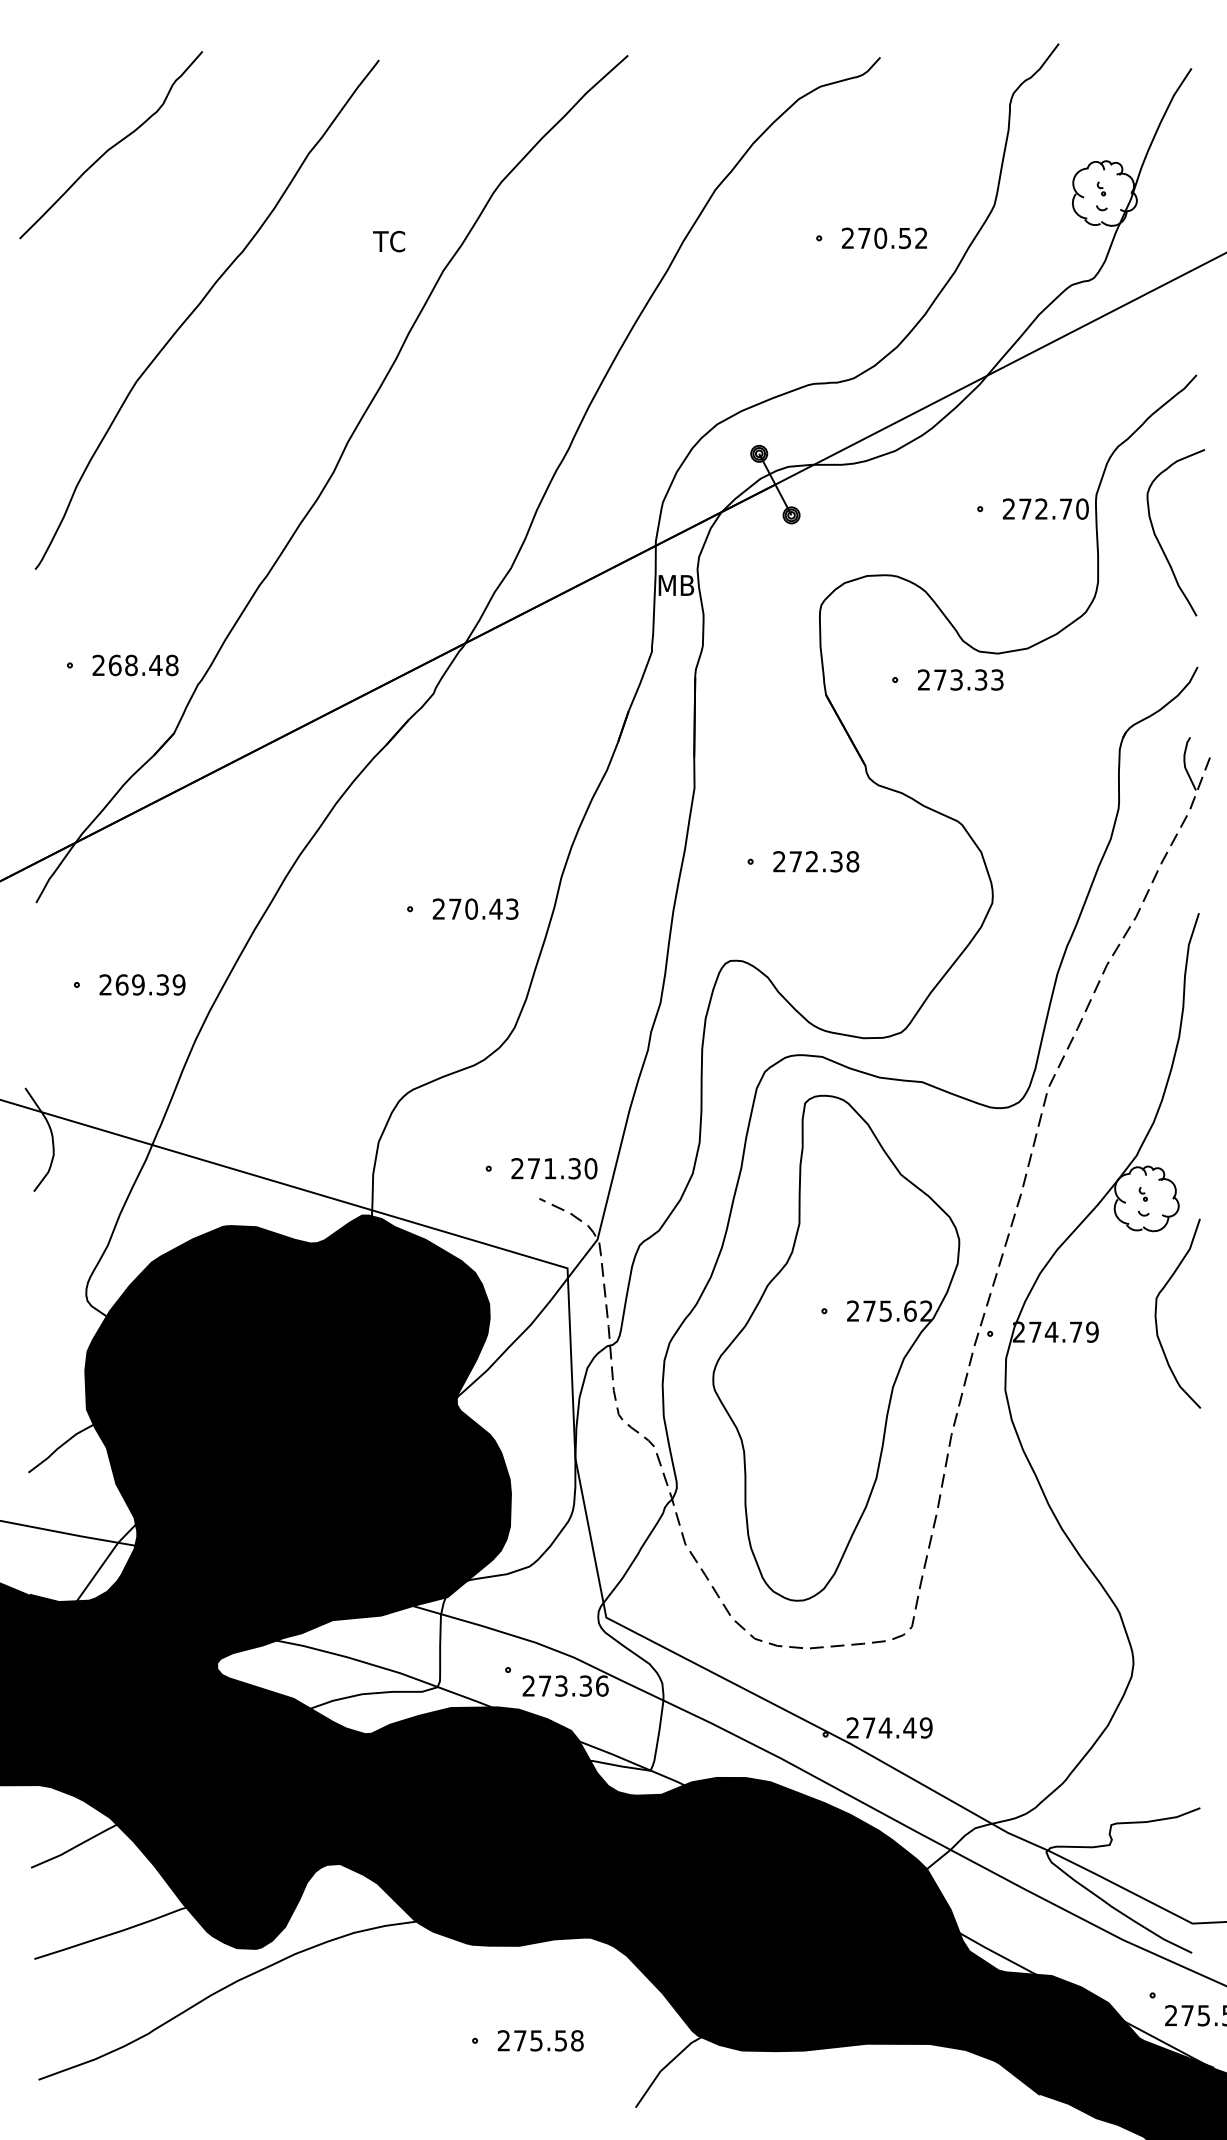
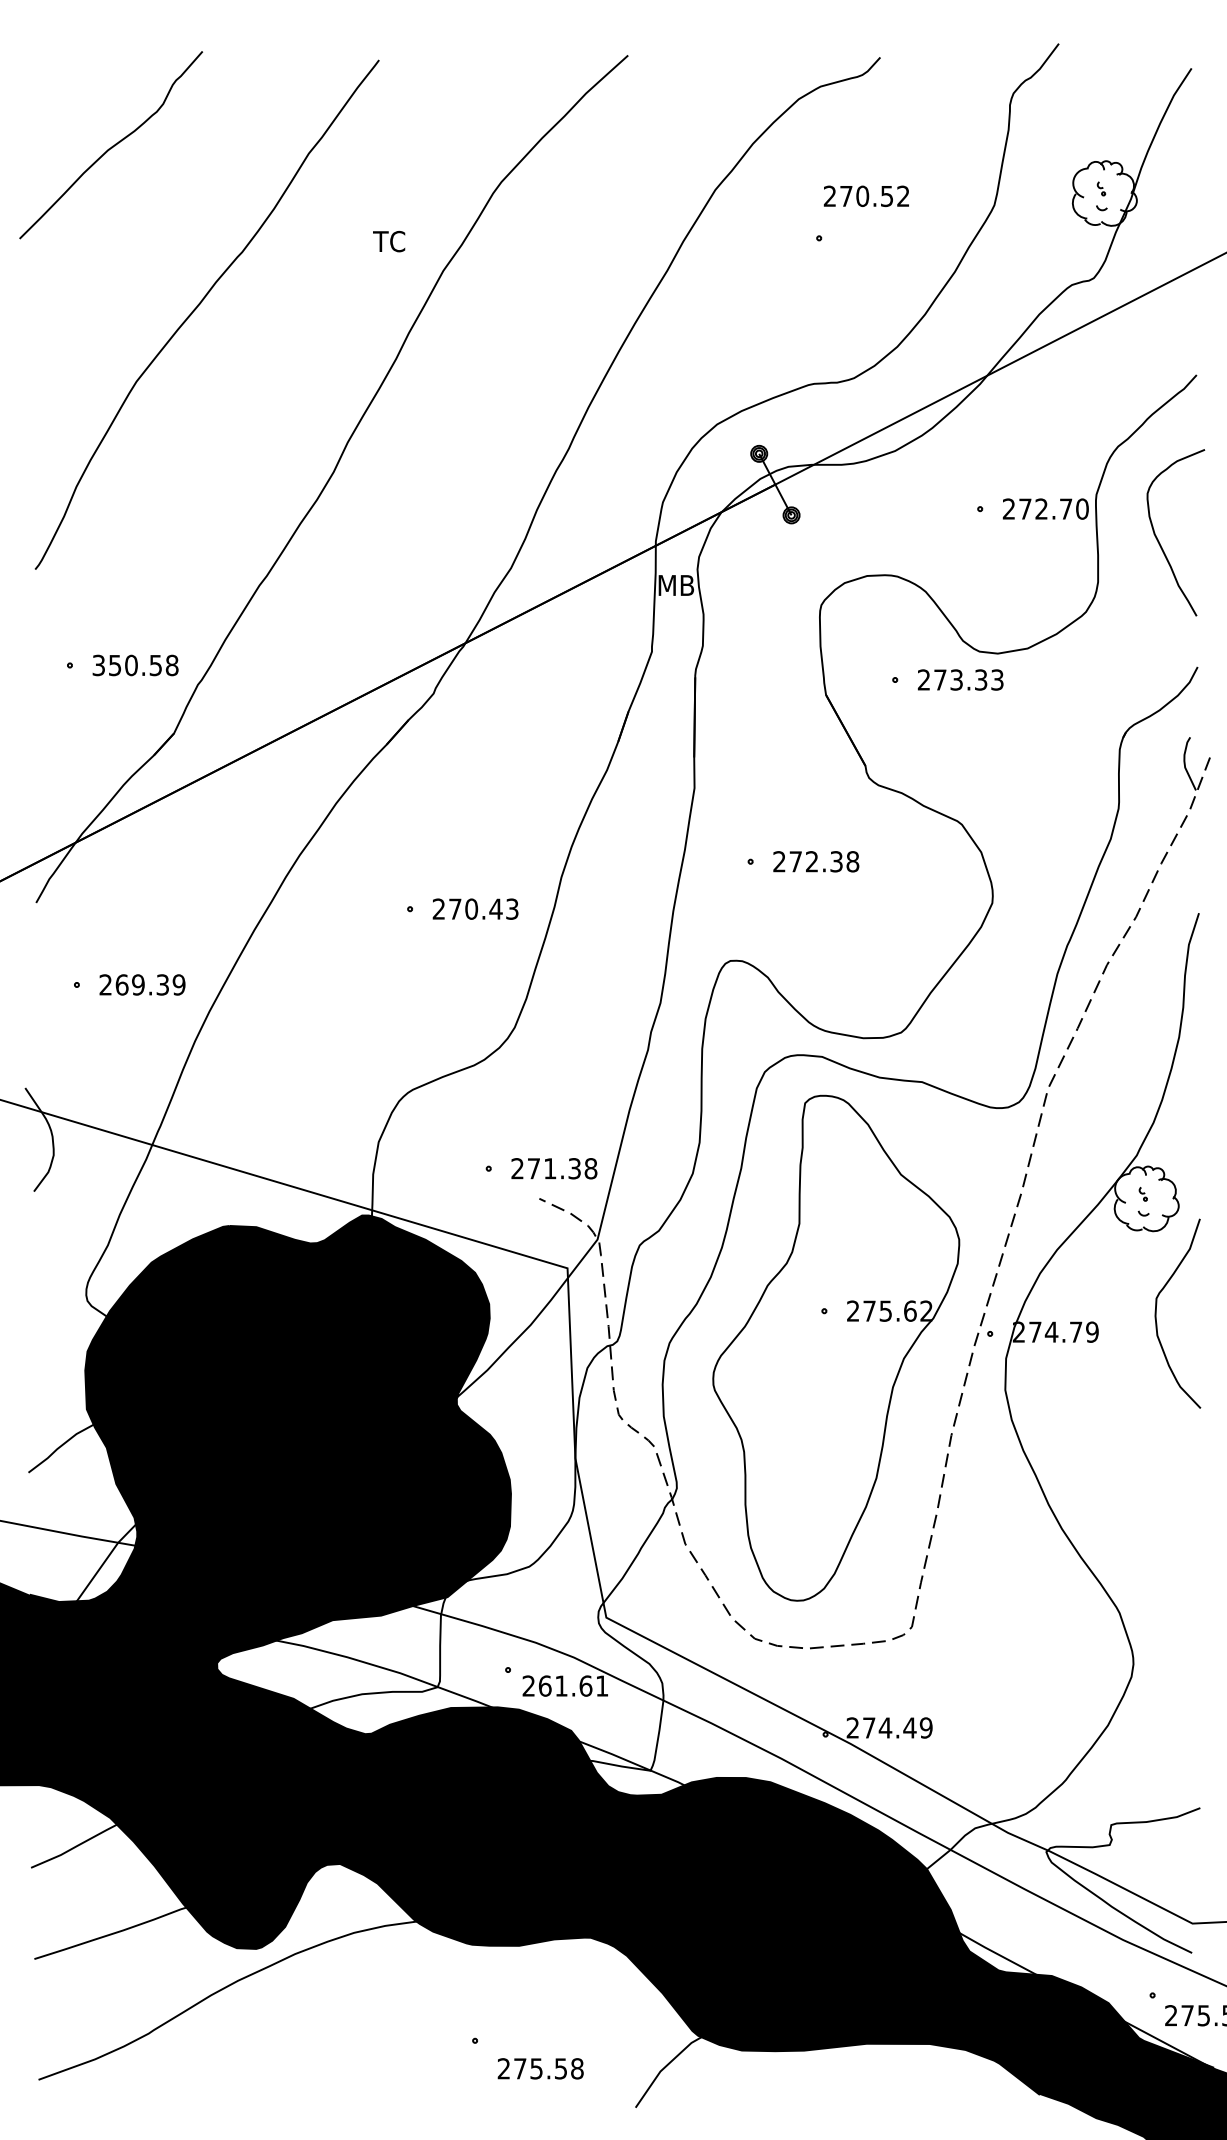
text at (883, 237) position: (883, 237) -> (865, 195)
text at (127, 665): 268.48 -> 350.58
text at (590, 1168): 271.30 -> 271.38
text at (573, 1685): 273.36 -> 261.61
text at (540, 2040) position: (540, 2040) -> (540, 2068)
